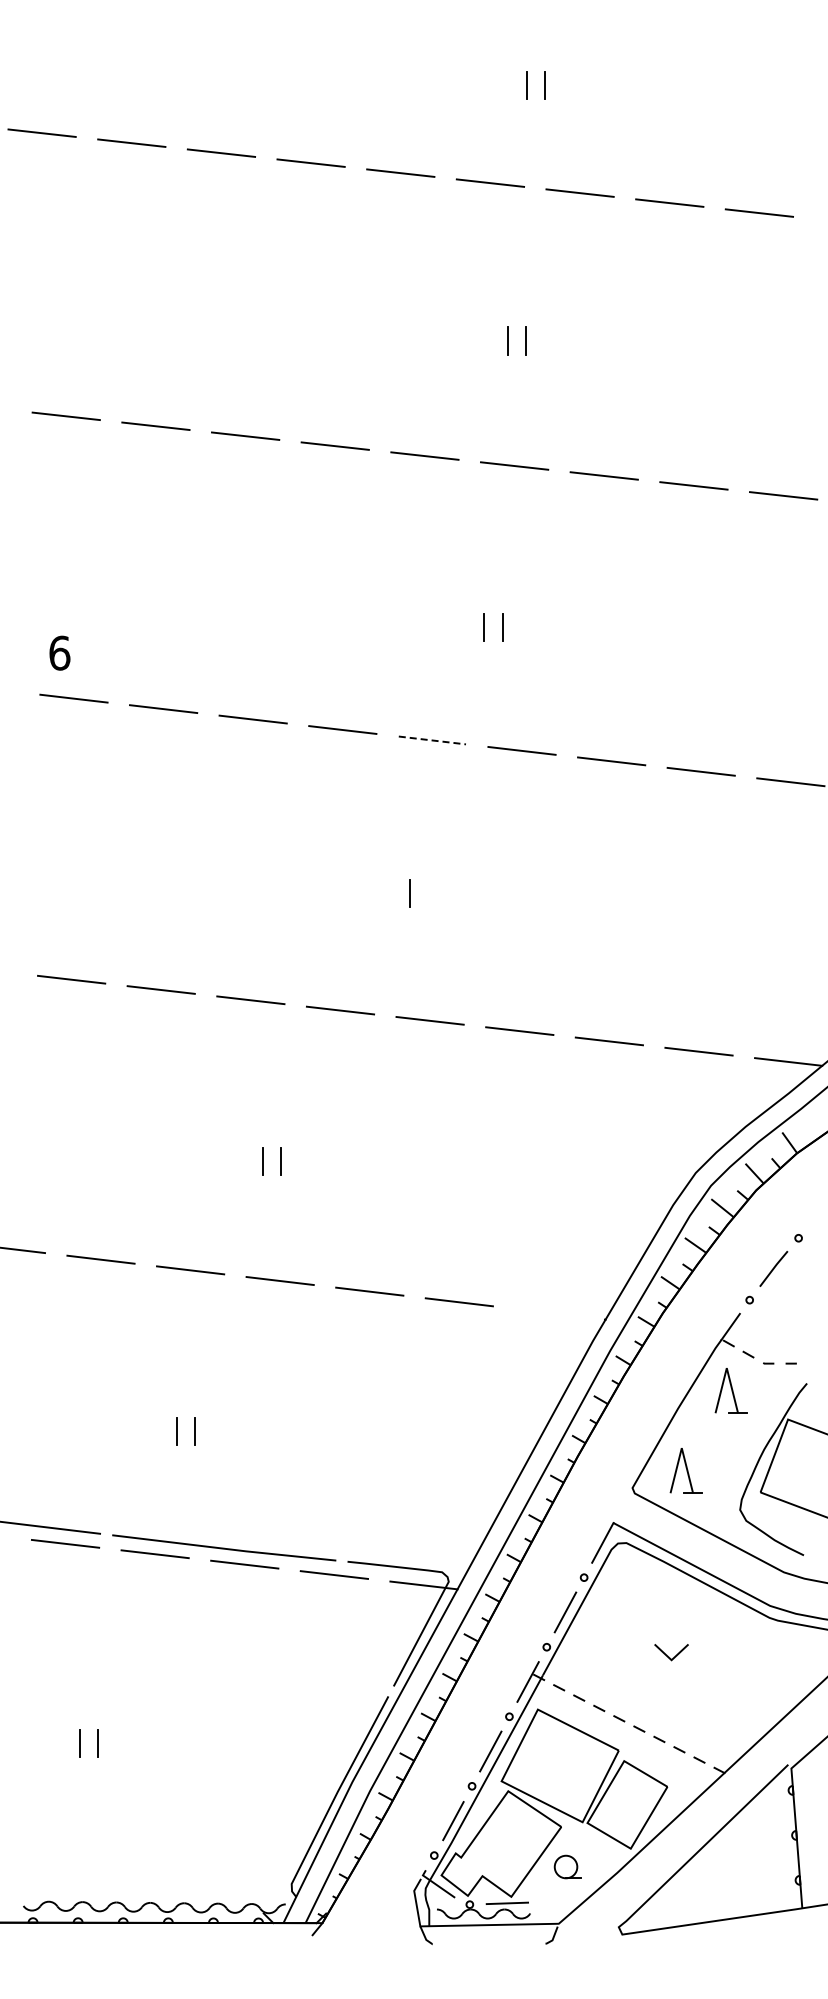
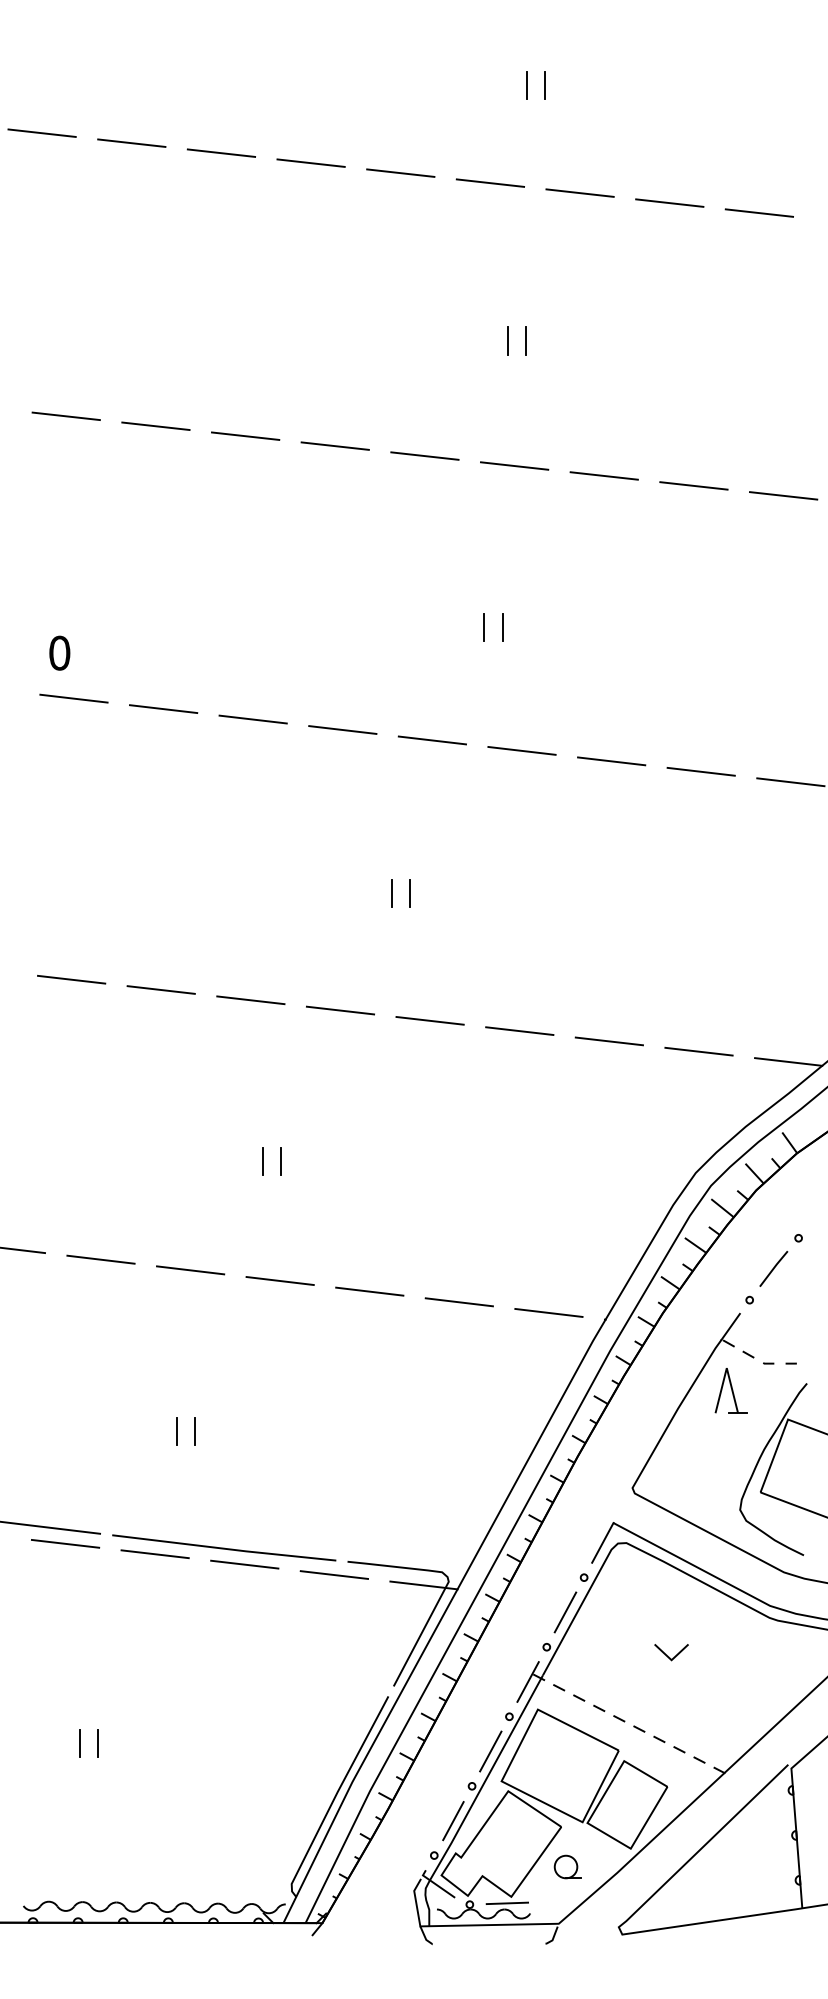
text at (59, 652): 6 -> 0
line at (432, 740): dashed -> solid
line at (391, 893): none -> present
line at (548, 1312): none -> present
part at (685, 1470): present -> none
